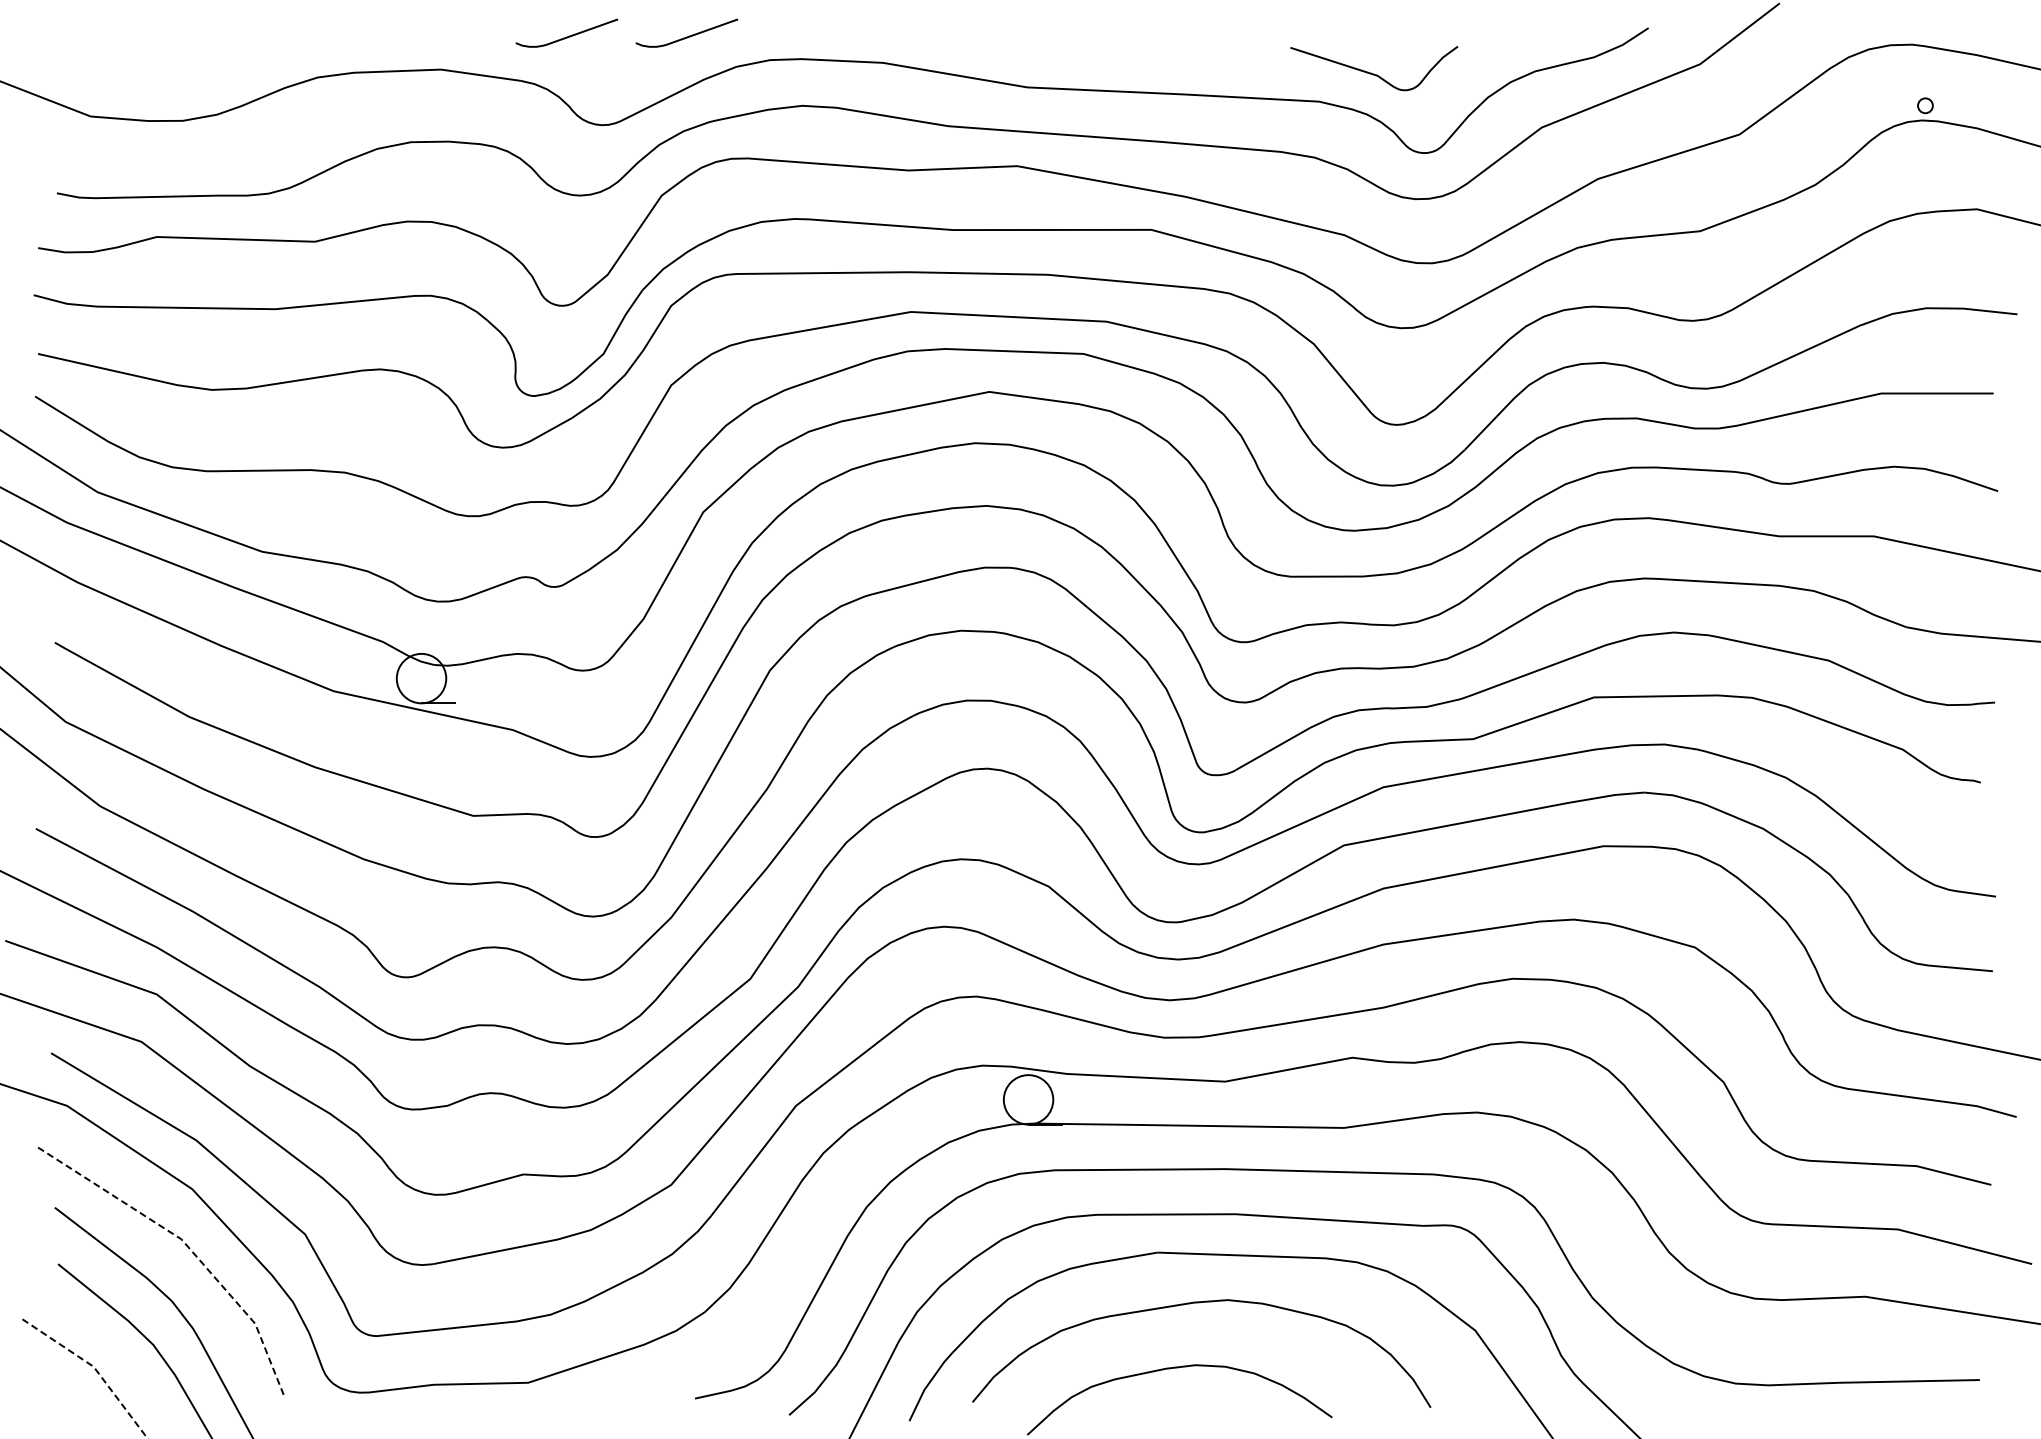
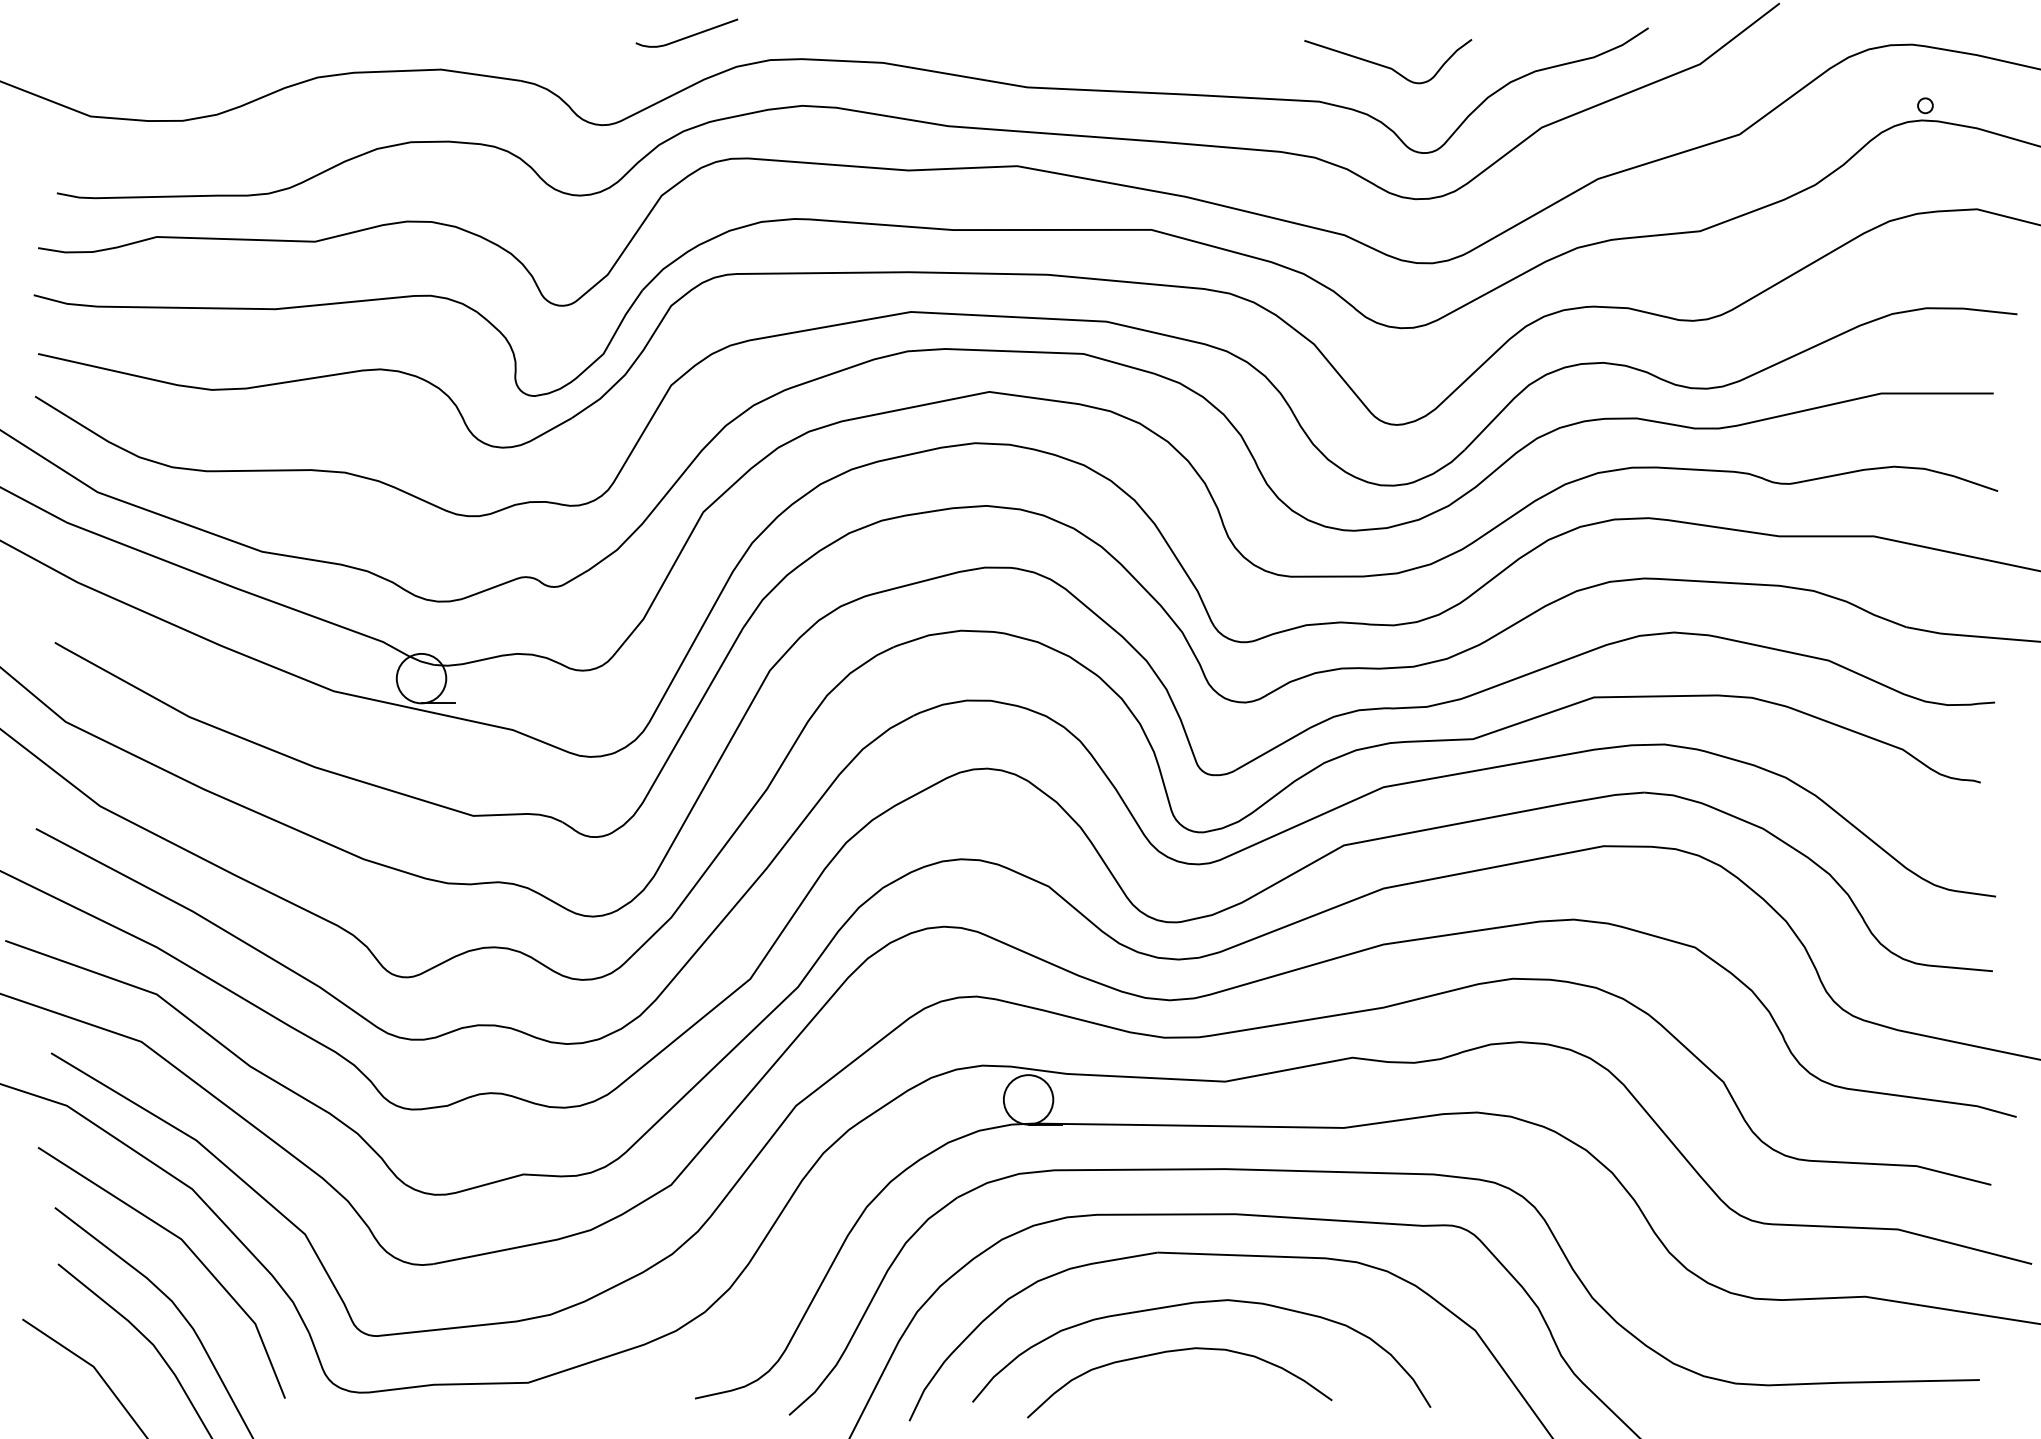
curve at (566, 36): present -> none
curve at (1371, 72) position: (1371, 72) -> (1385, 65)
line at (189, 1248): dashed -> solid
line at (94, 1368): dashed -> solid
curve at (1178, 1368) position: (1178, 1368) -> (1178, 1351)
